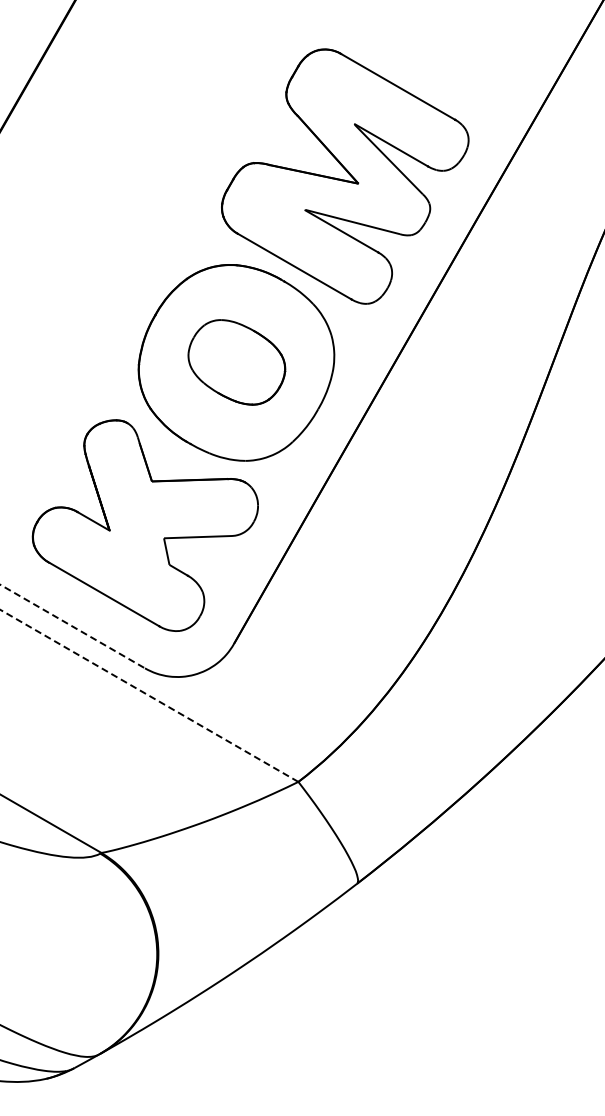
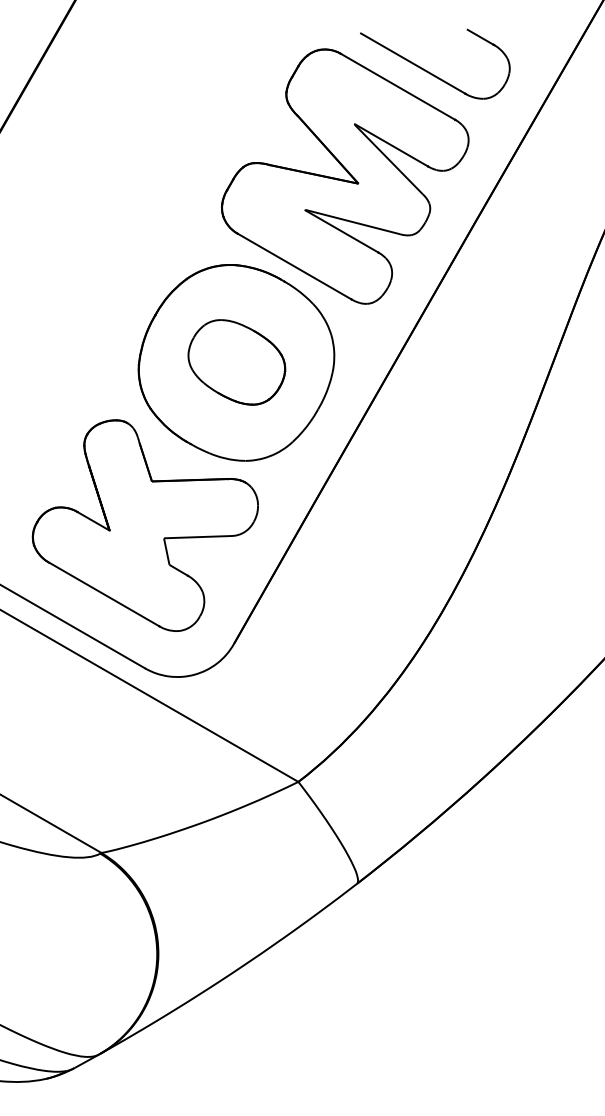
part at (429, 71): none -> present
line at (73, 626): dashed -> solid
line at (149, 695): dashed -> solid
